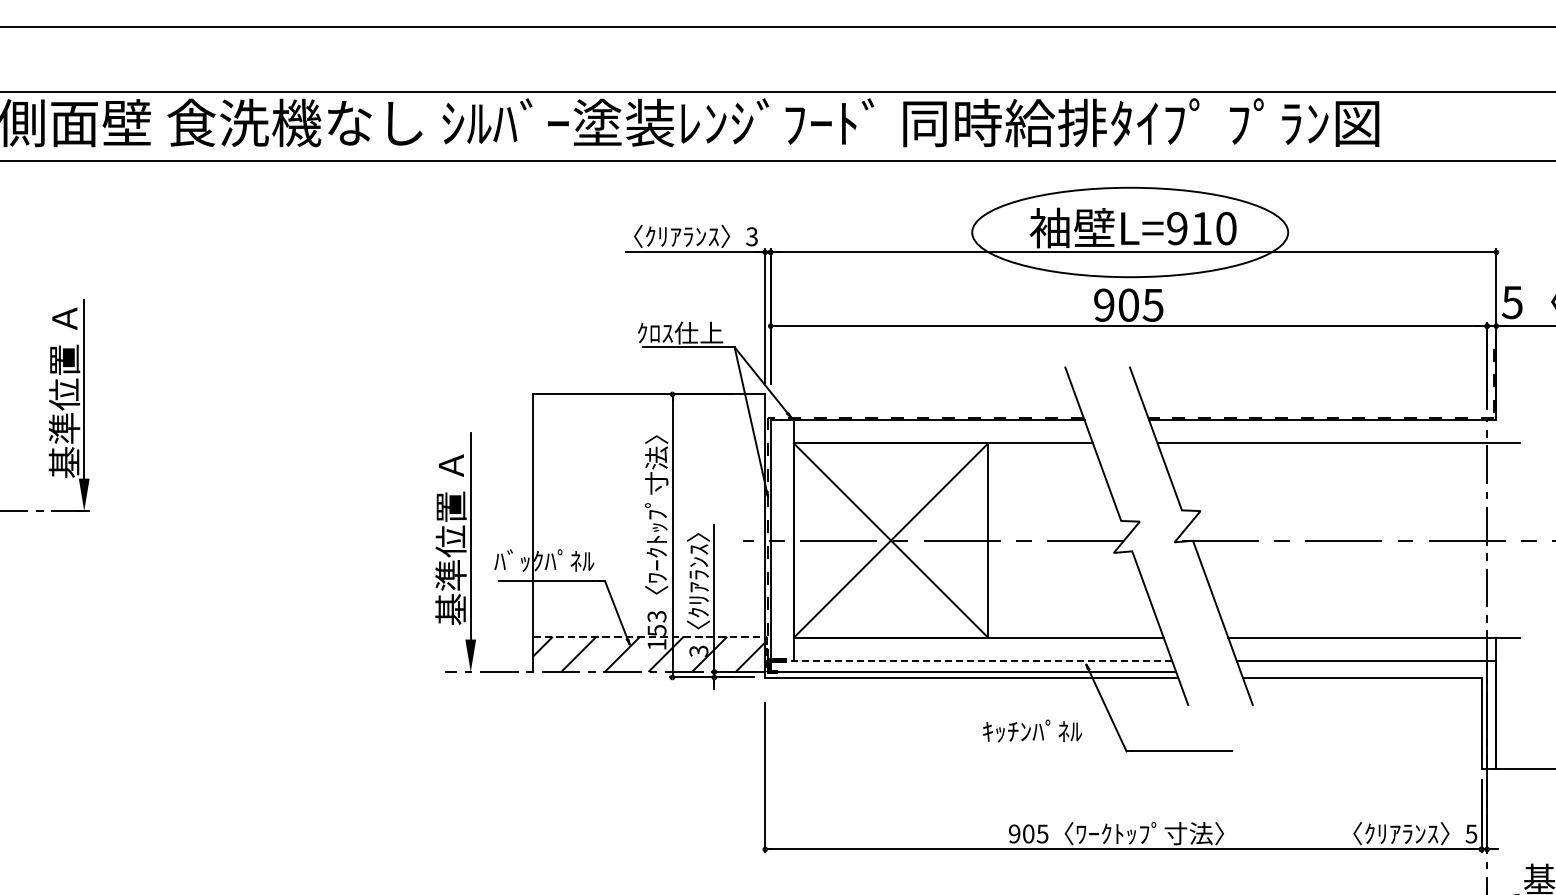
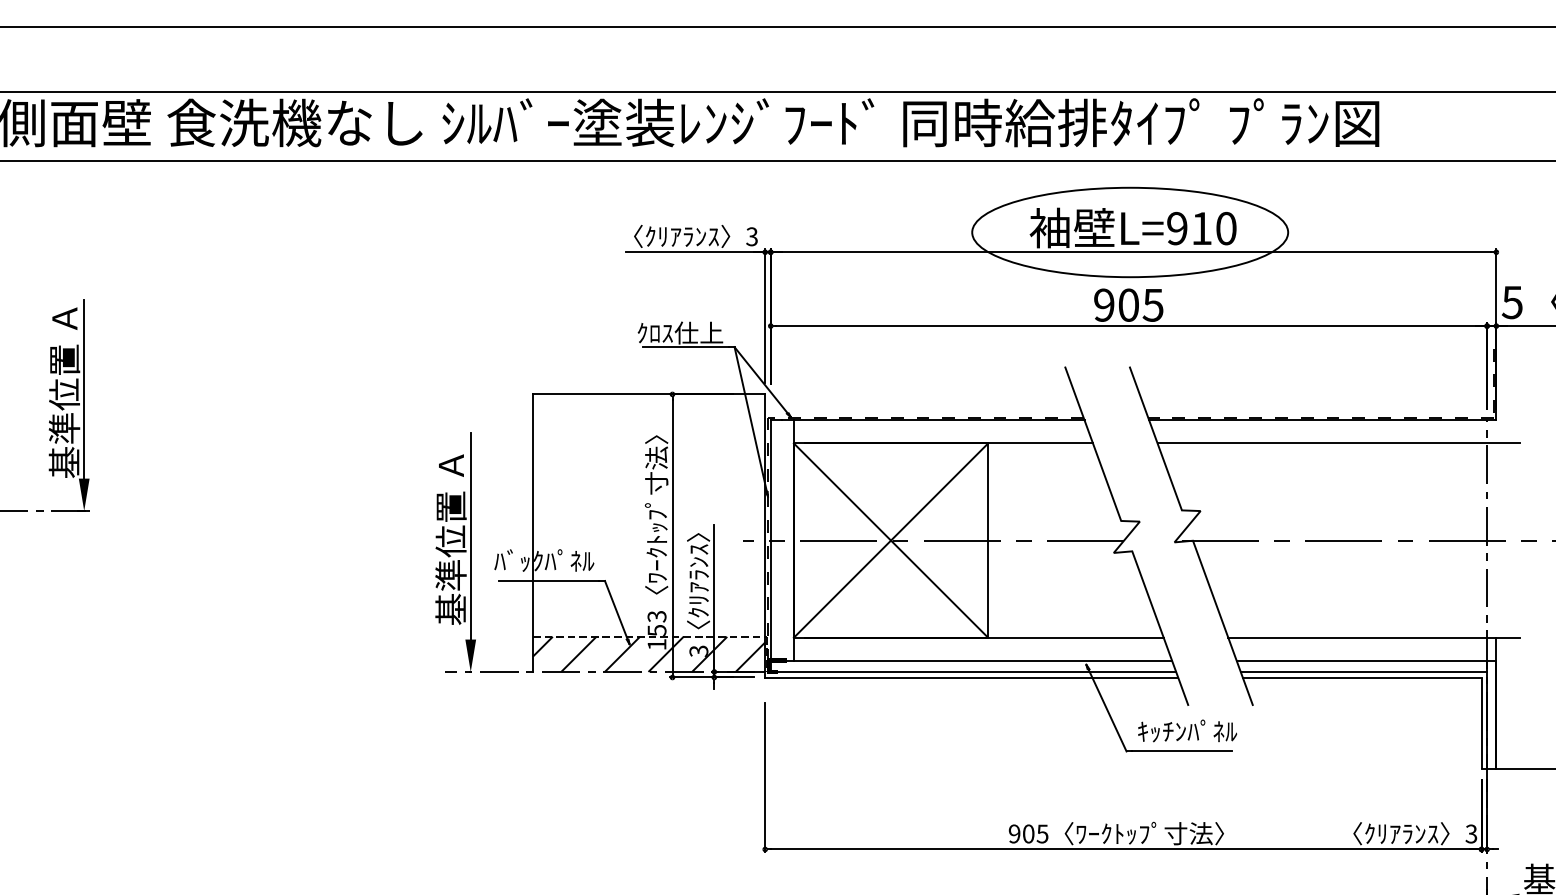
line at (971, 660): dashed -> solid
line at (1363, 671): none -> present
text at (1032, 730) position: (1032, 730) -> (1187, 730)
text at (1471, 833): 5 -> 3
